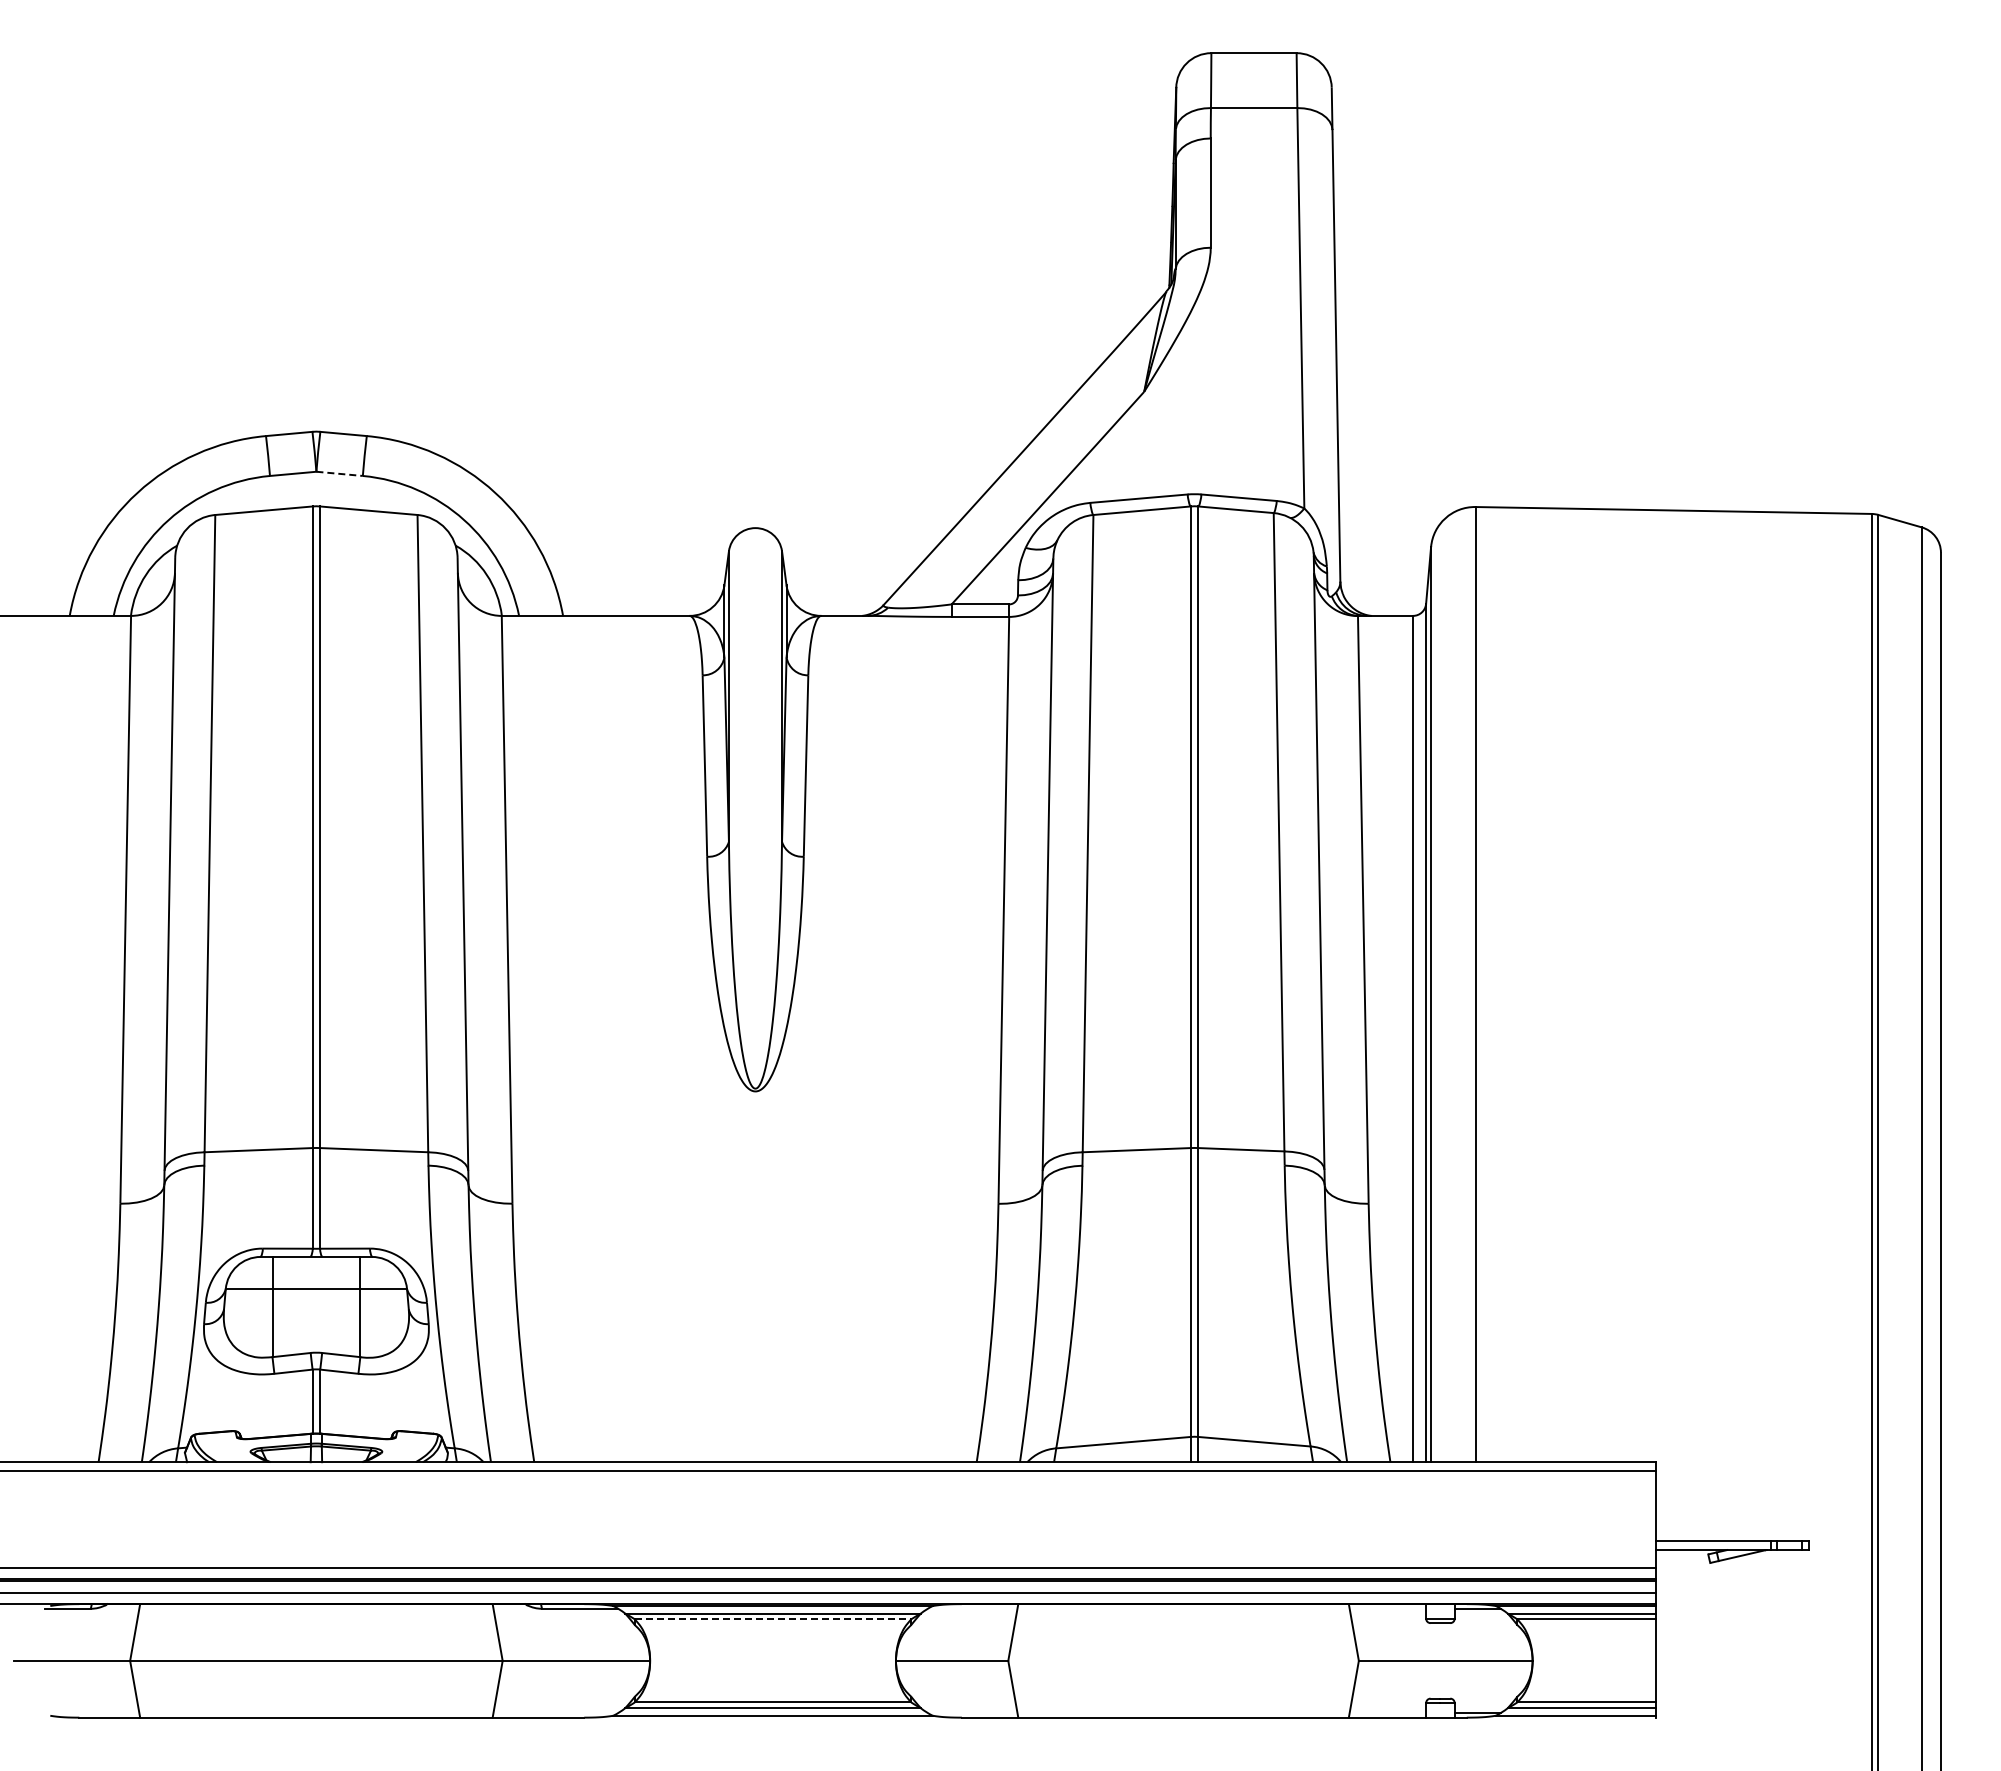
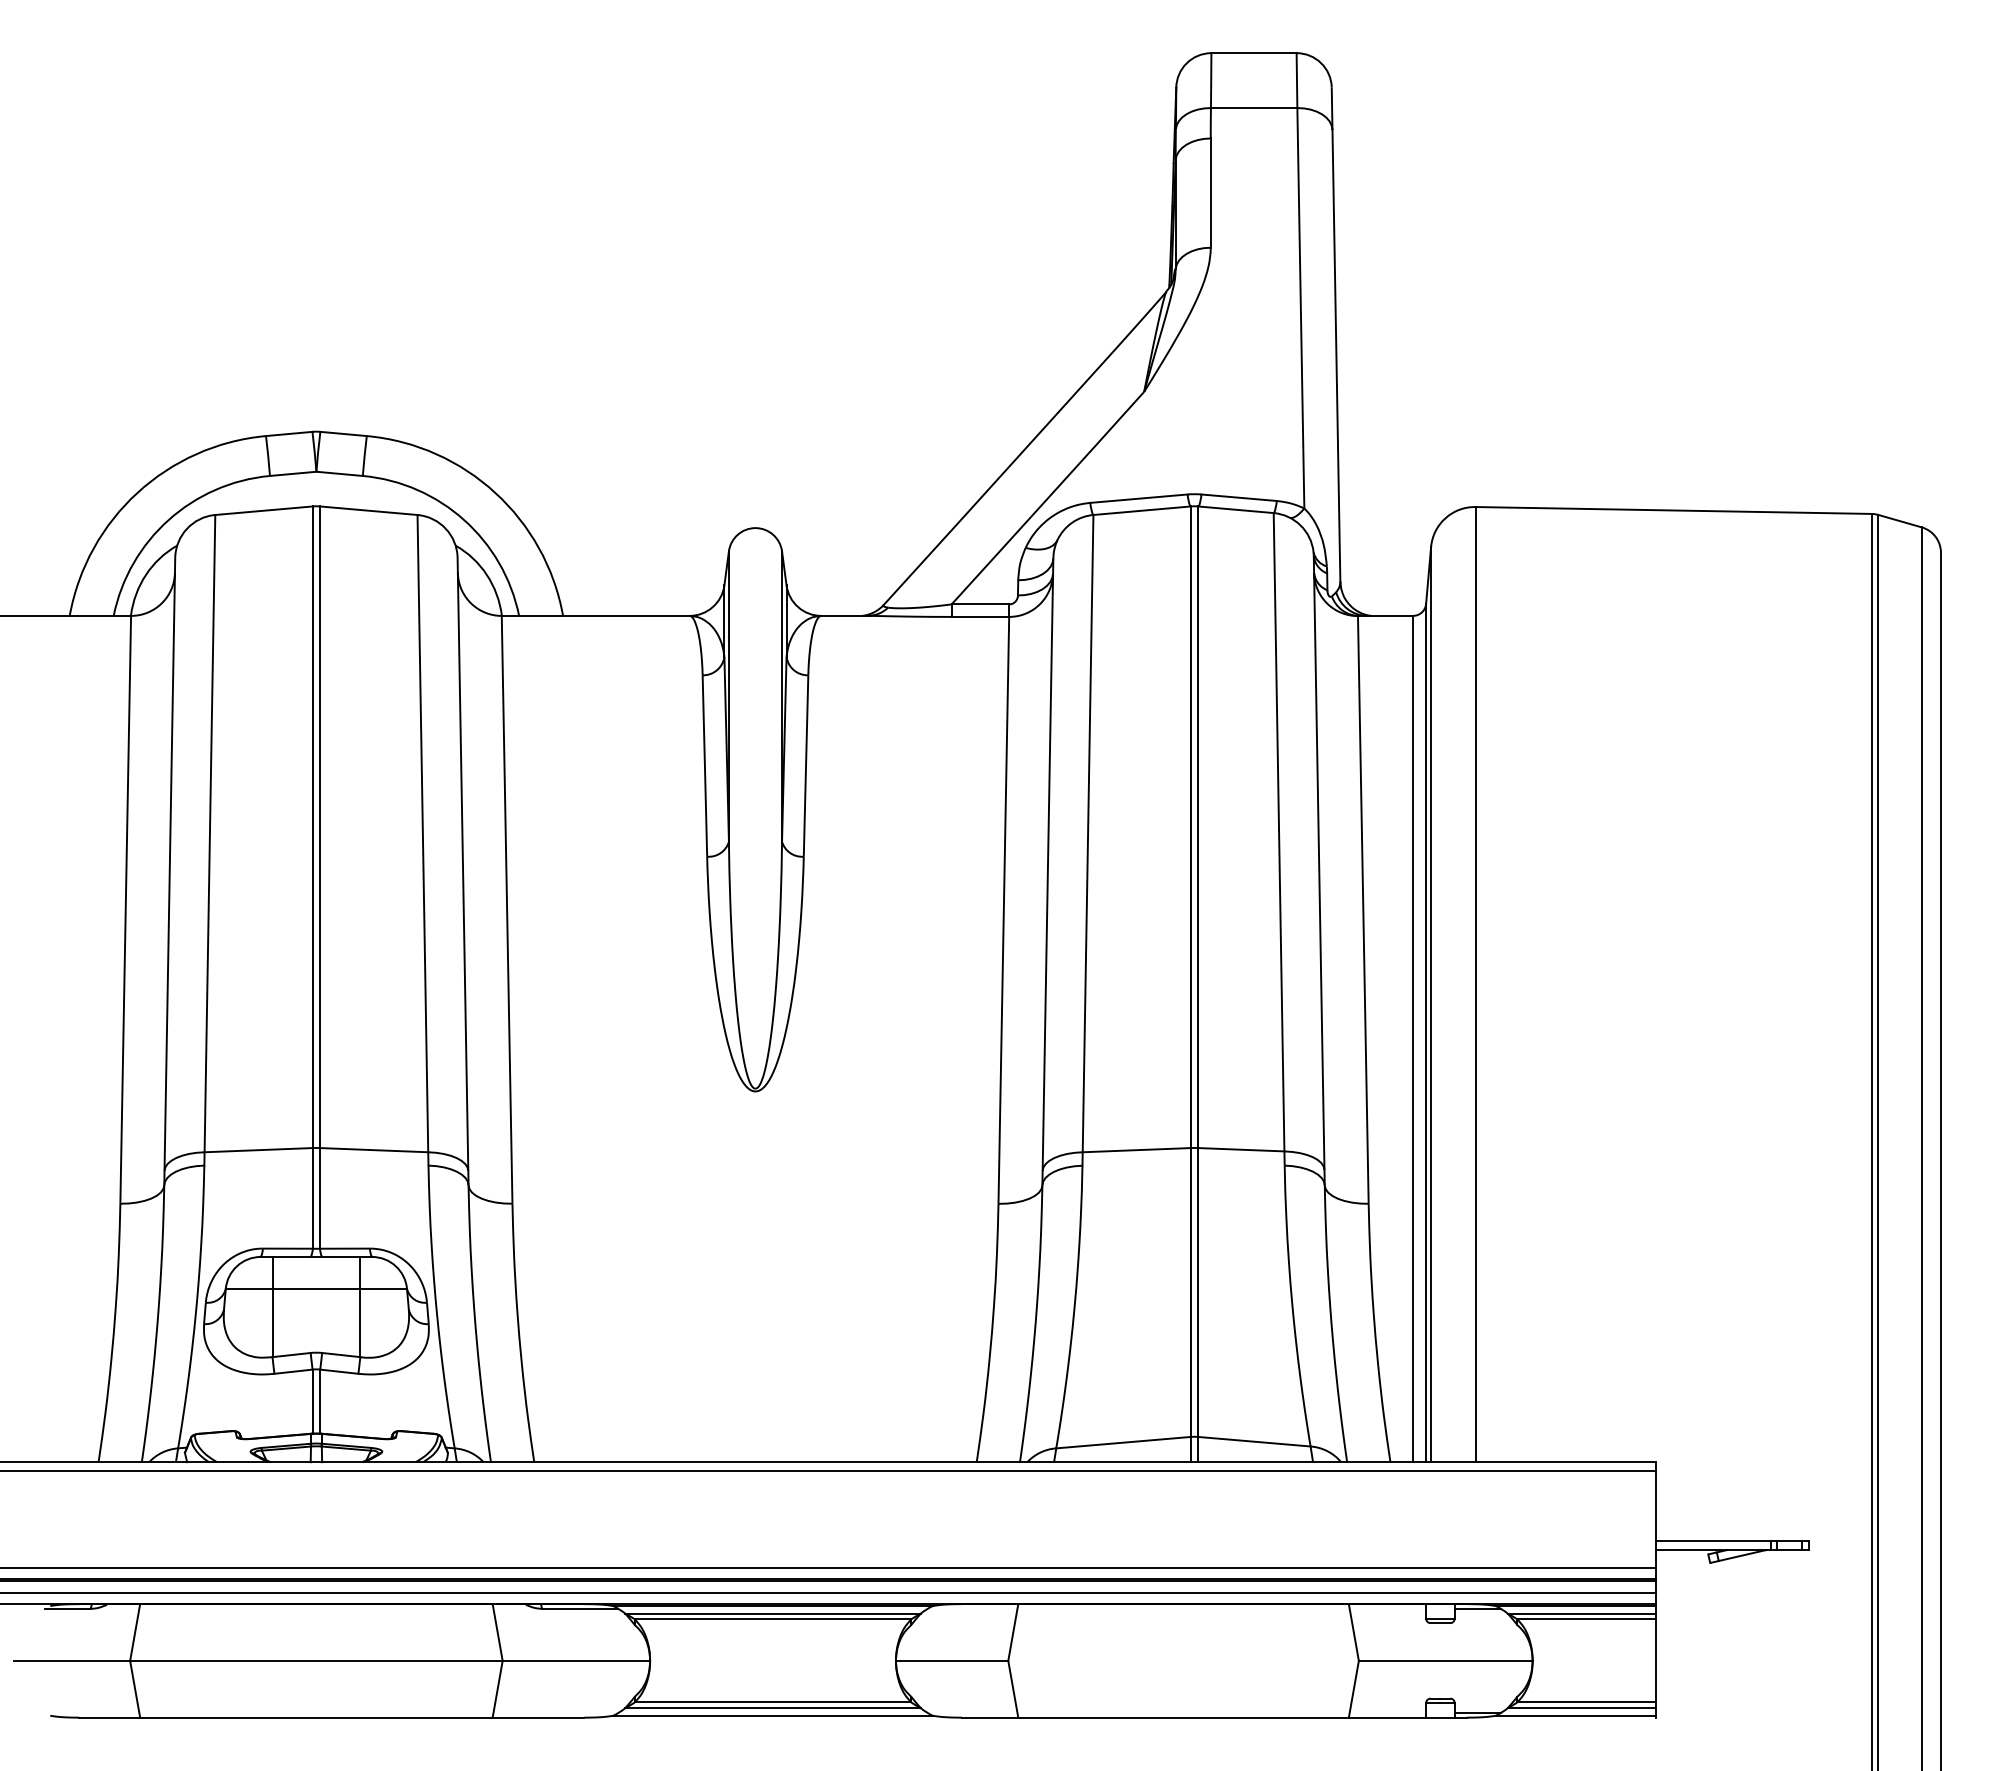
line at (340, 473): dashed -> solid
line at (773, 1619): dashed -> solid
